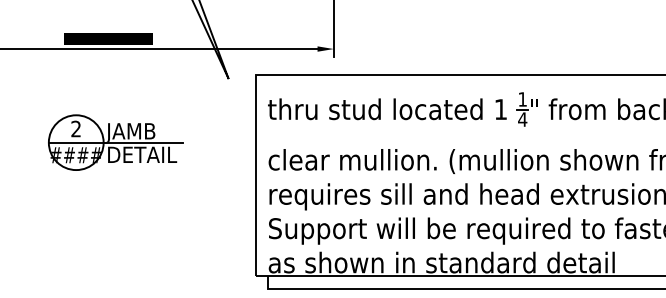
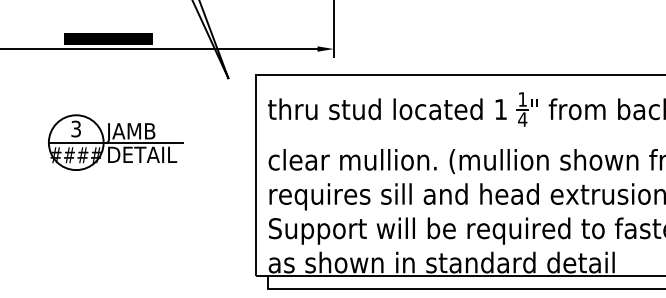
text at (75, 129): 2 -> 3
